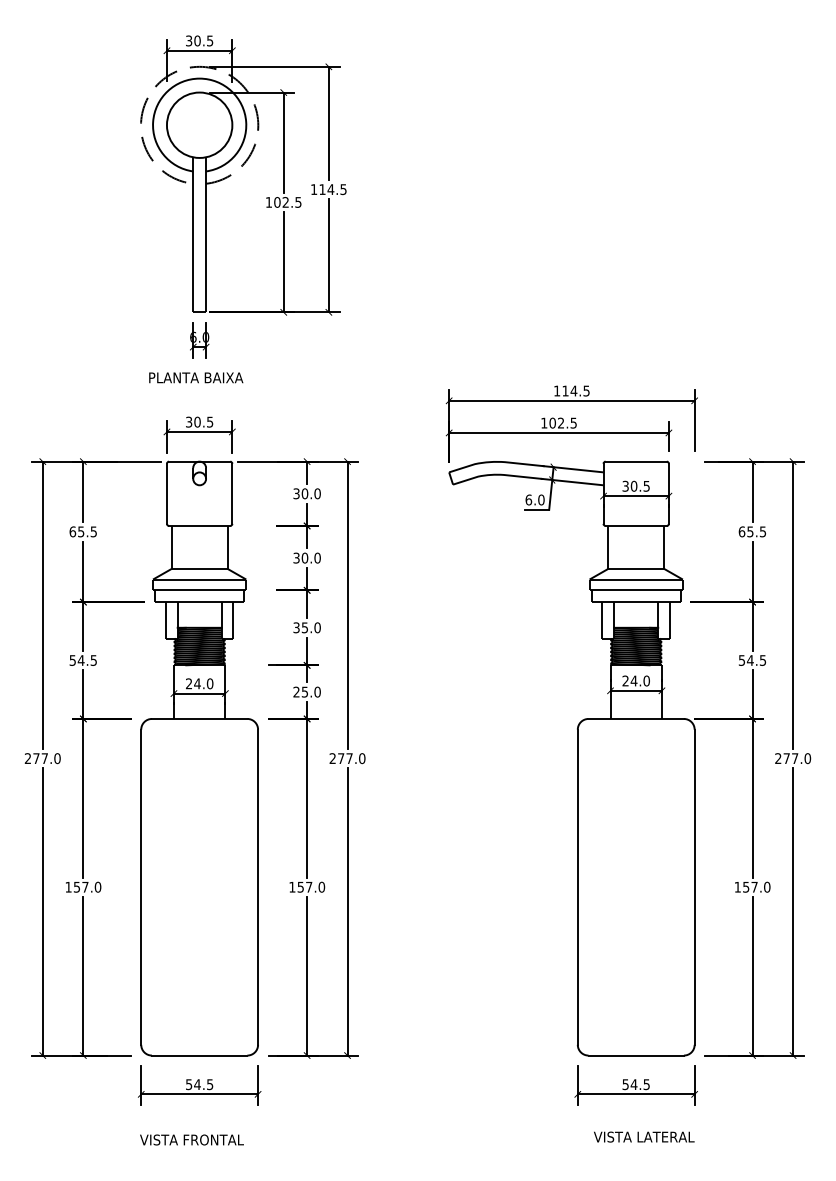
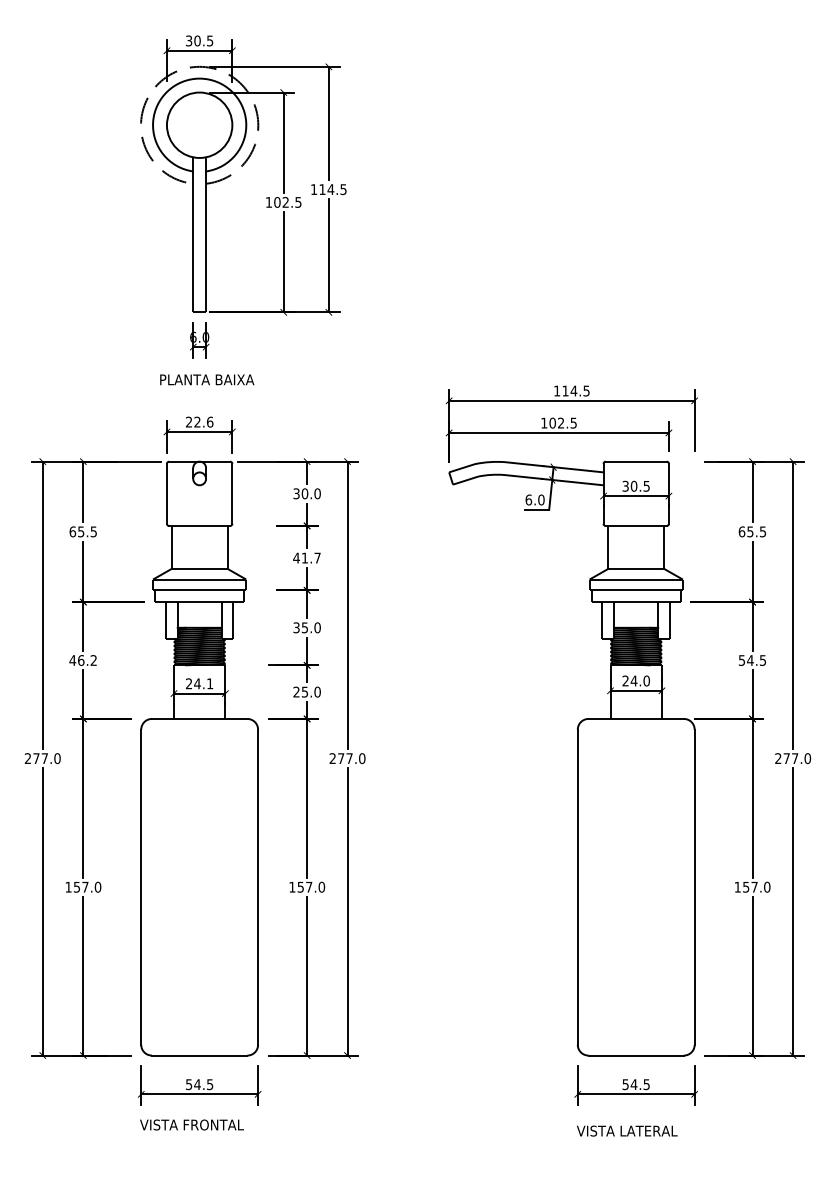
text at (196, 377) position: (196, 377) -> (207, 379)
text at (199, 421): 30.5 -> 22.6
text at (306, 557): 30.0 -> 41.7
text at (82, 660): 54.5 -> 46.2
text at (209, 683): 24.0 -> 24.1
text at (644, 1136) position: (644, 1136) -> (627, 1130)
text at (191, 1139) position: (191, 1139) -> (191, 1124)
